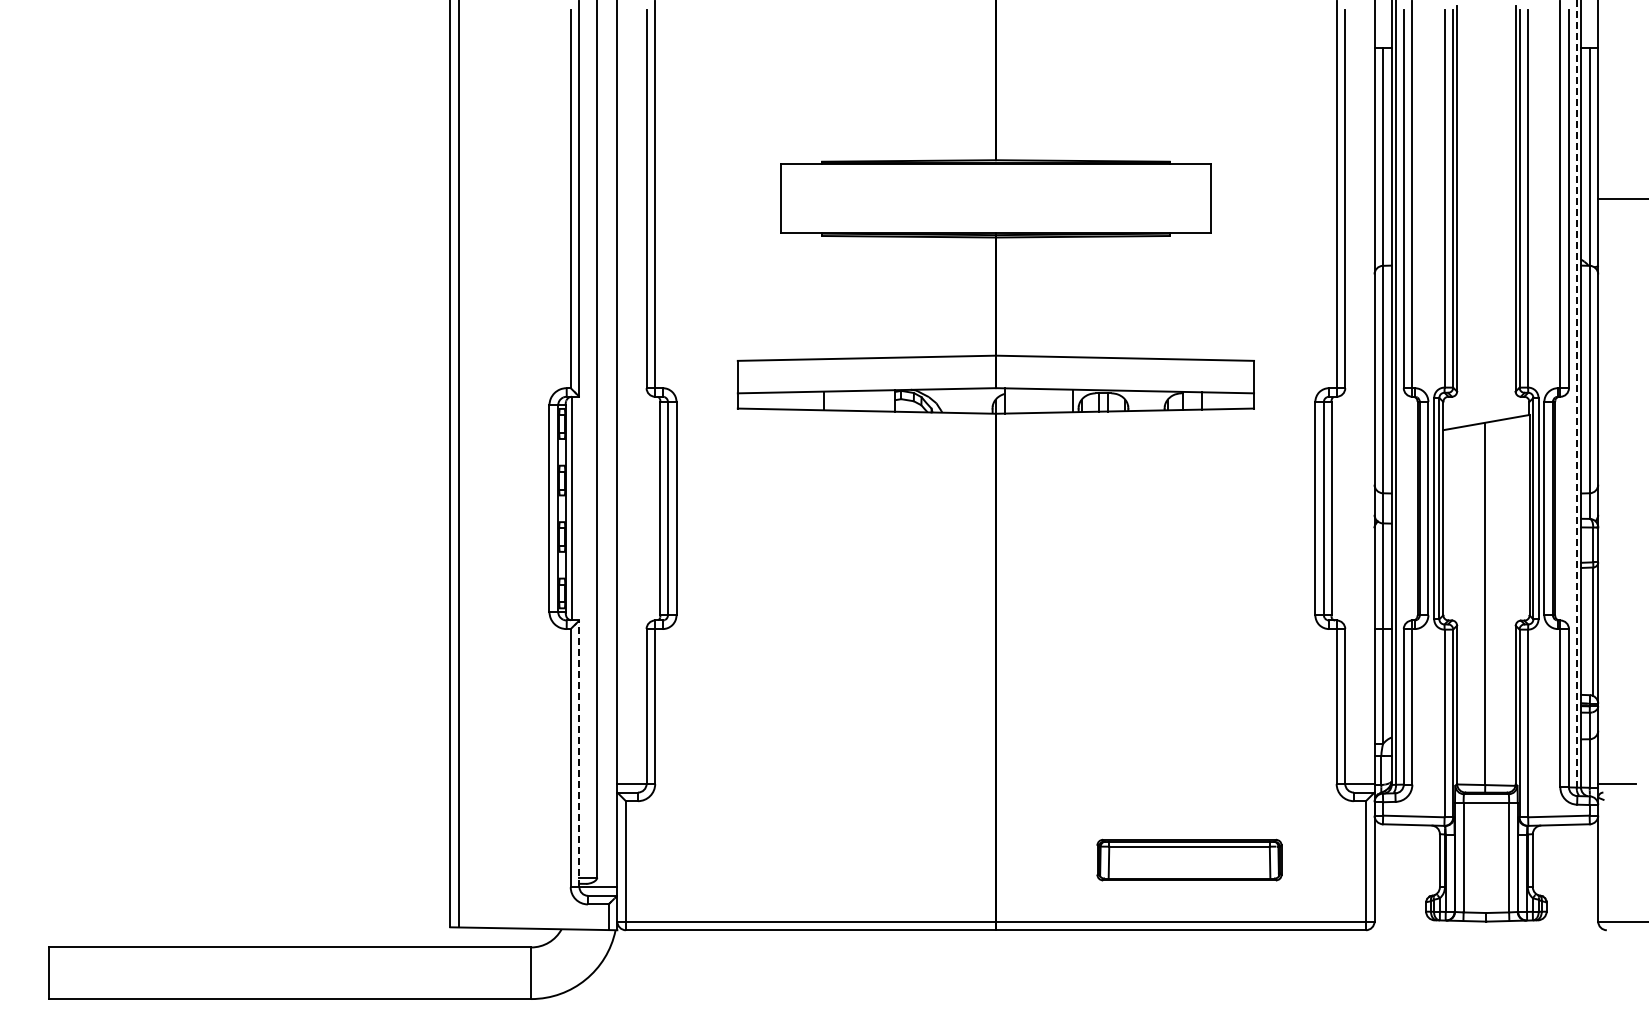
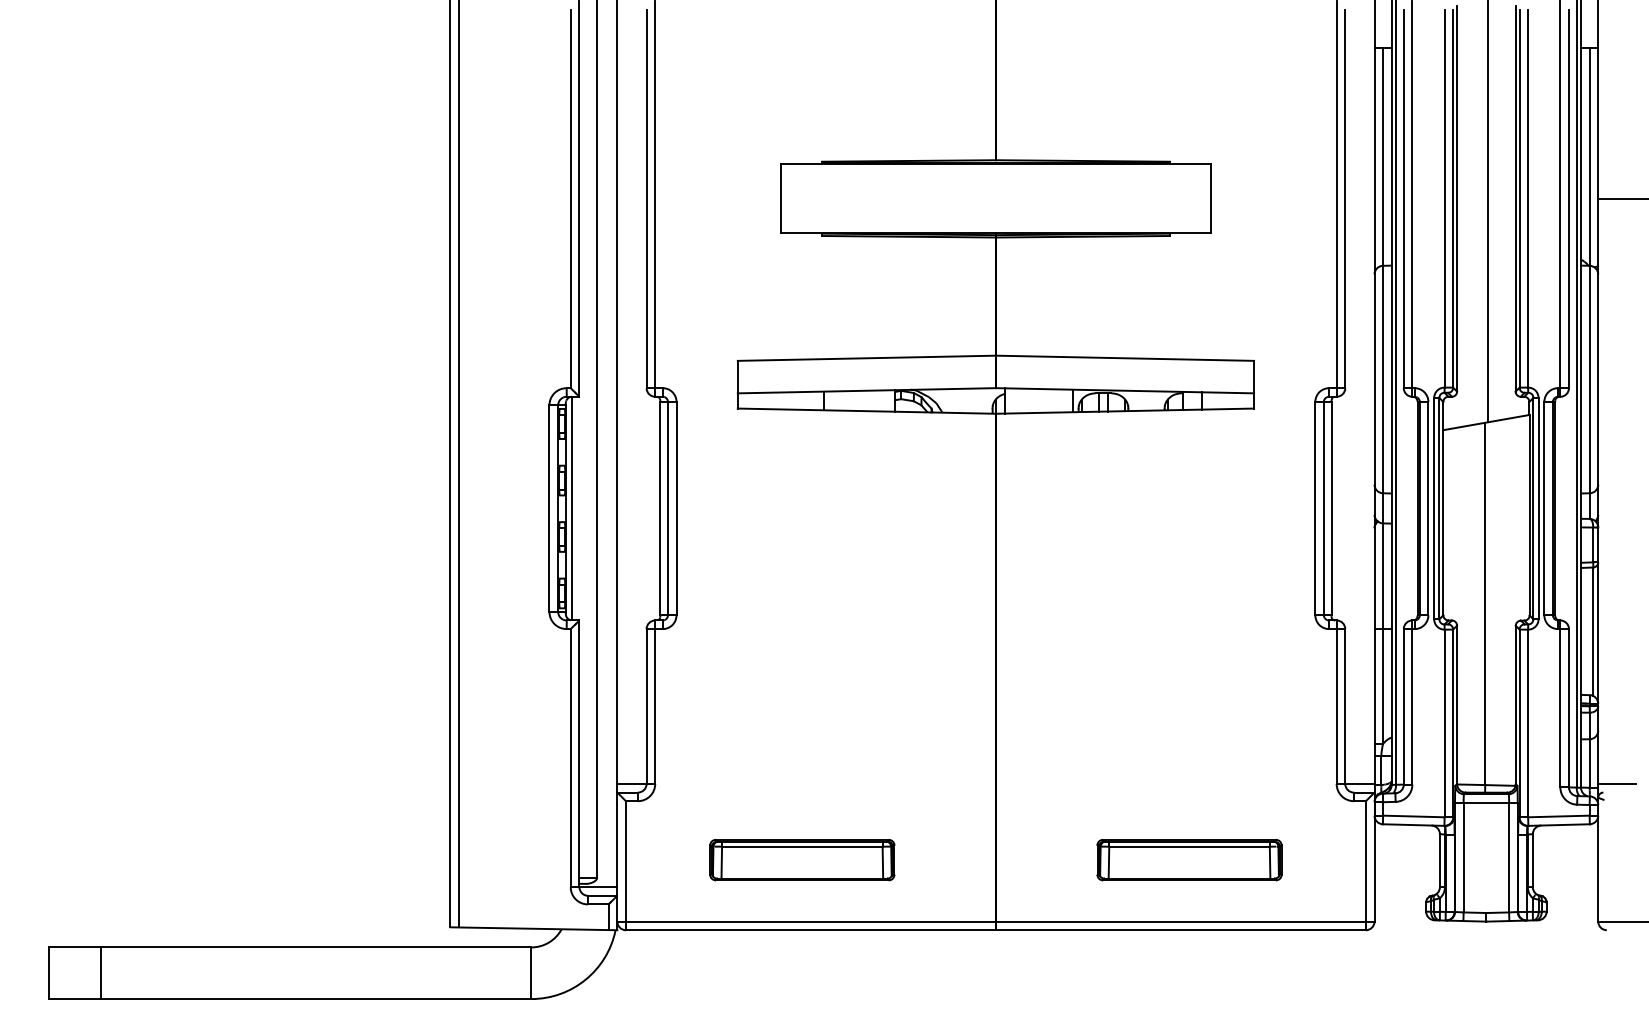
line at (1487, 212): none -> present
line at (1576, 393): dashed -> solid
line at (579, 753): dashed -> solid
part at (802, 859): none -> present
line at (101, 973): none -> present
